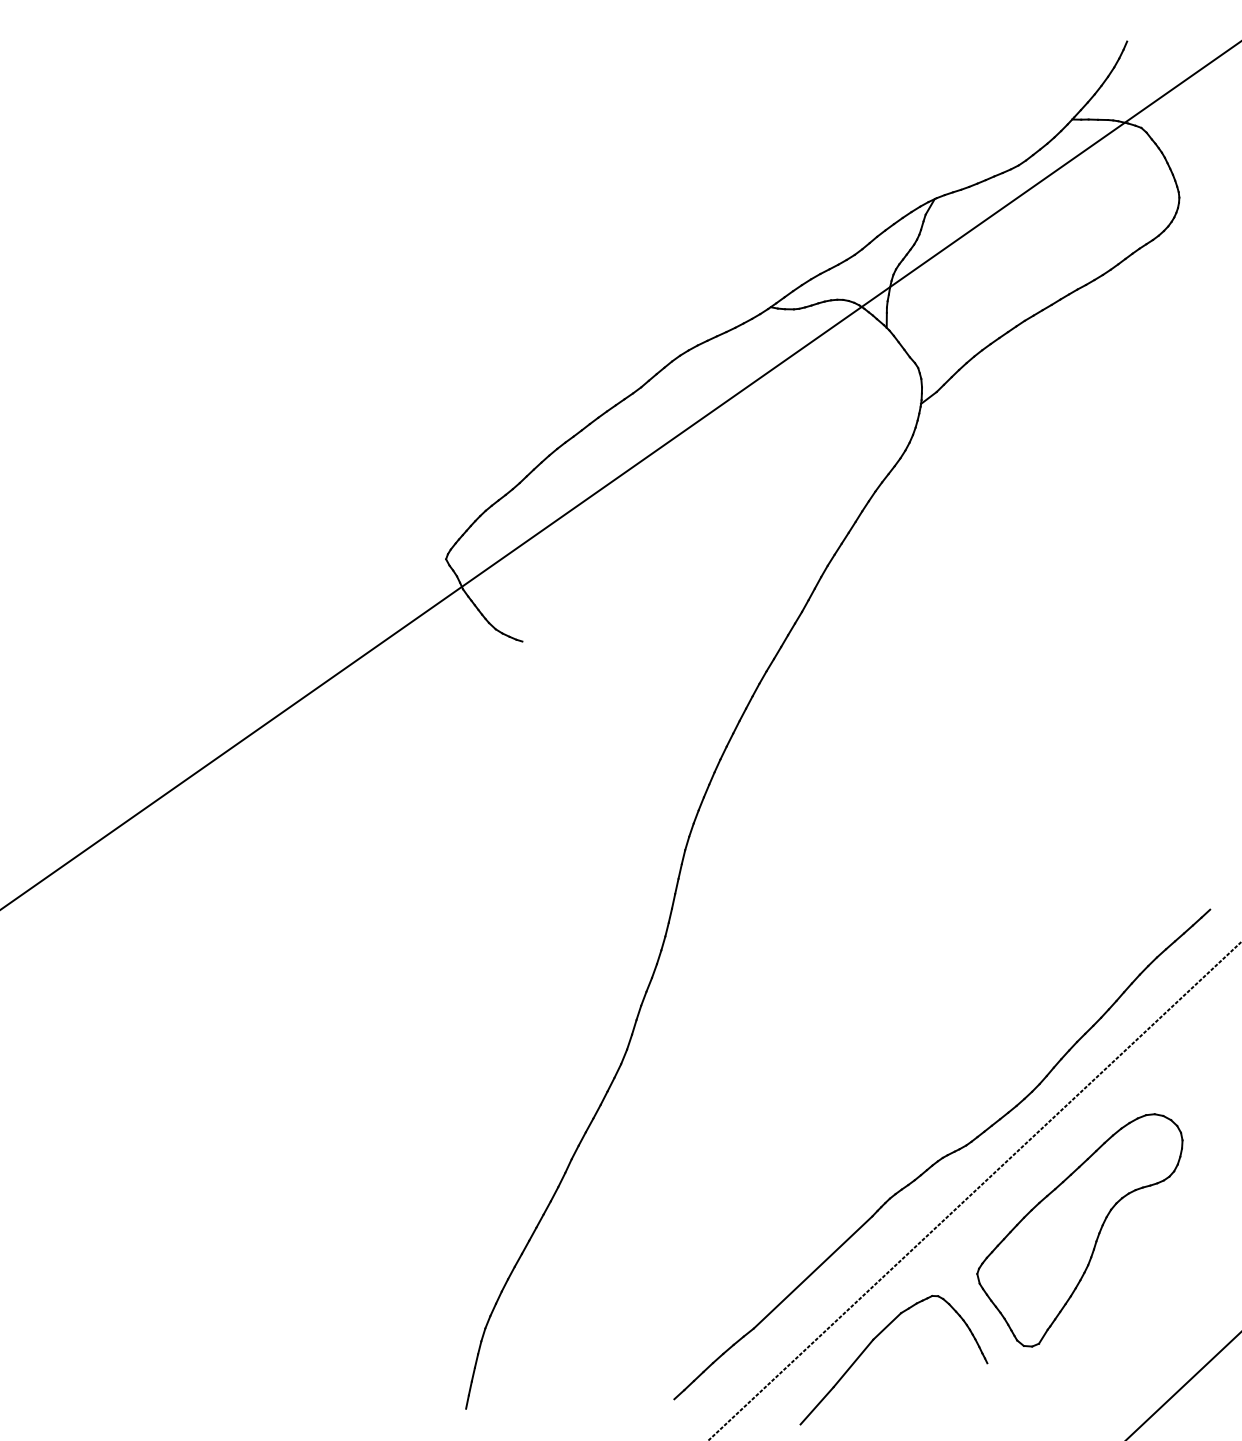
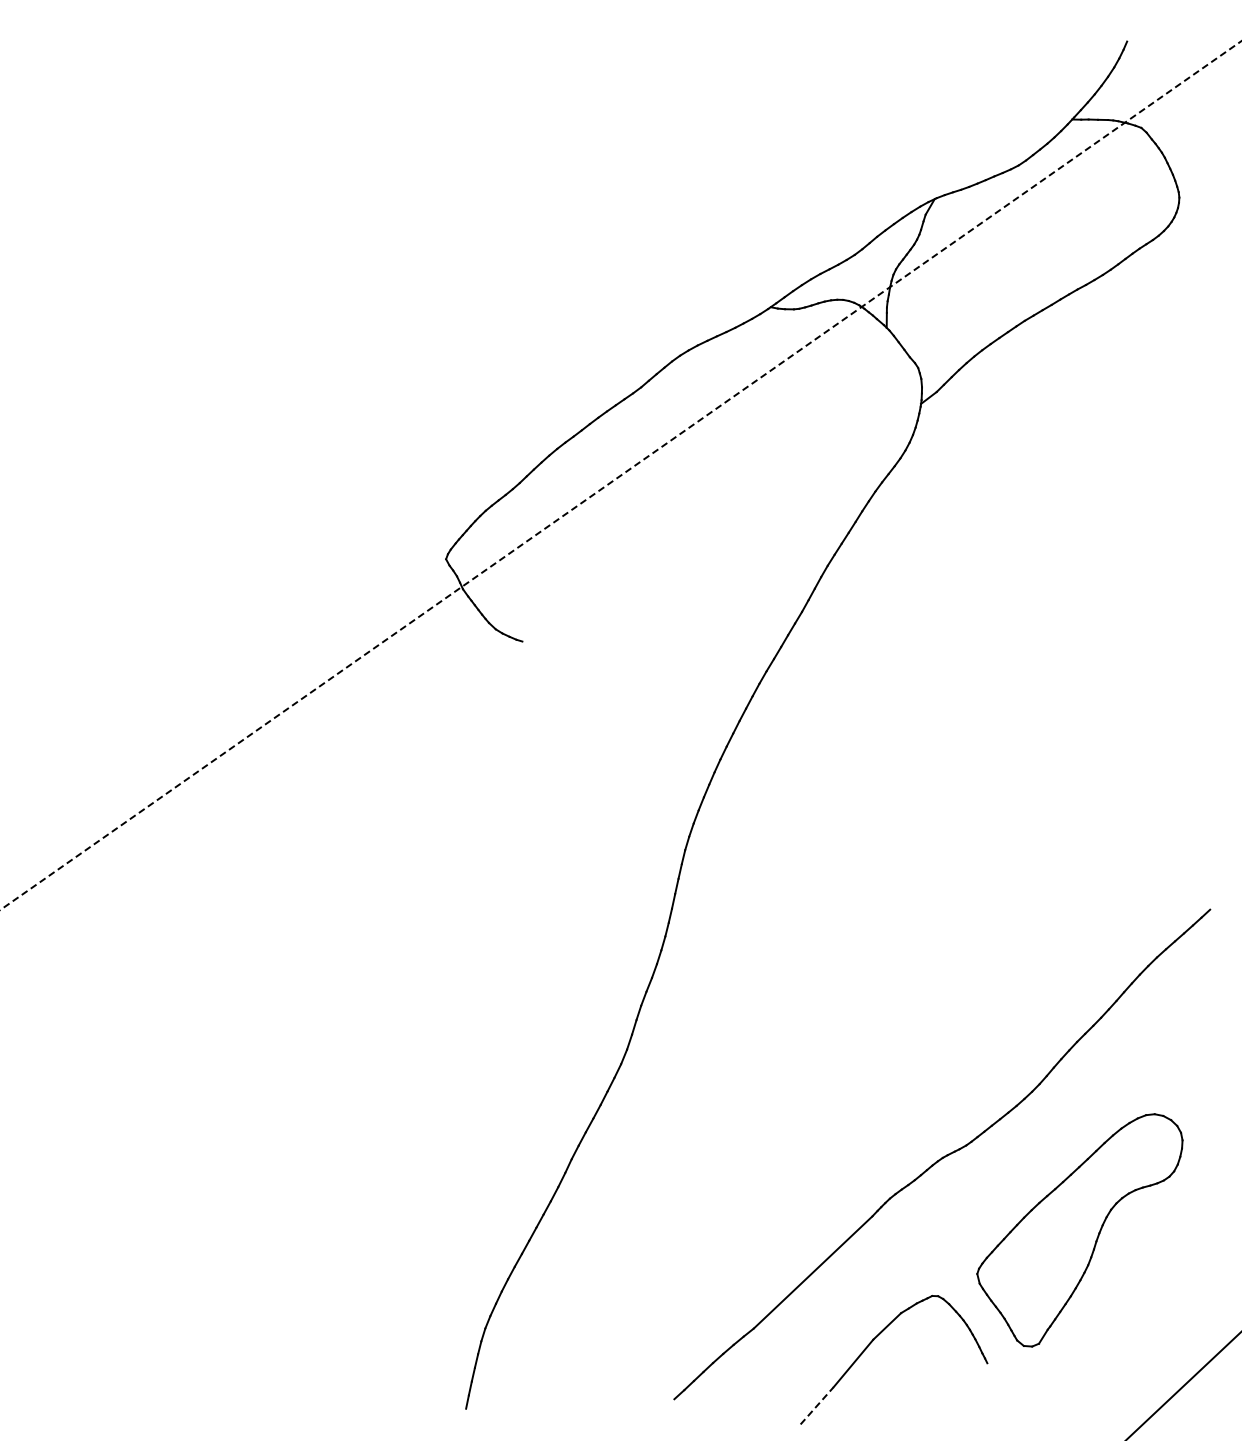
line at (621, 474): solid -> dashed
line at (974, 1190): present -> none
line at (817, 1405): solid -> dashed
